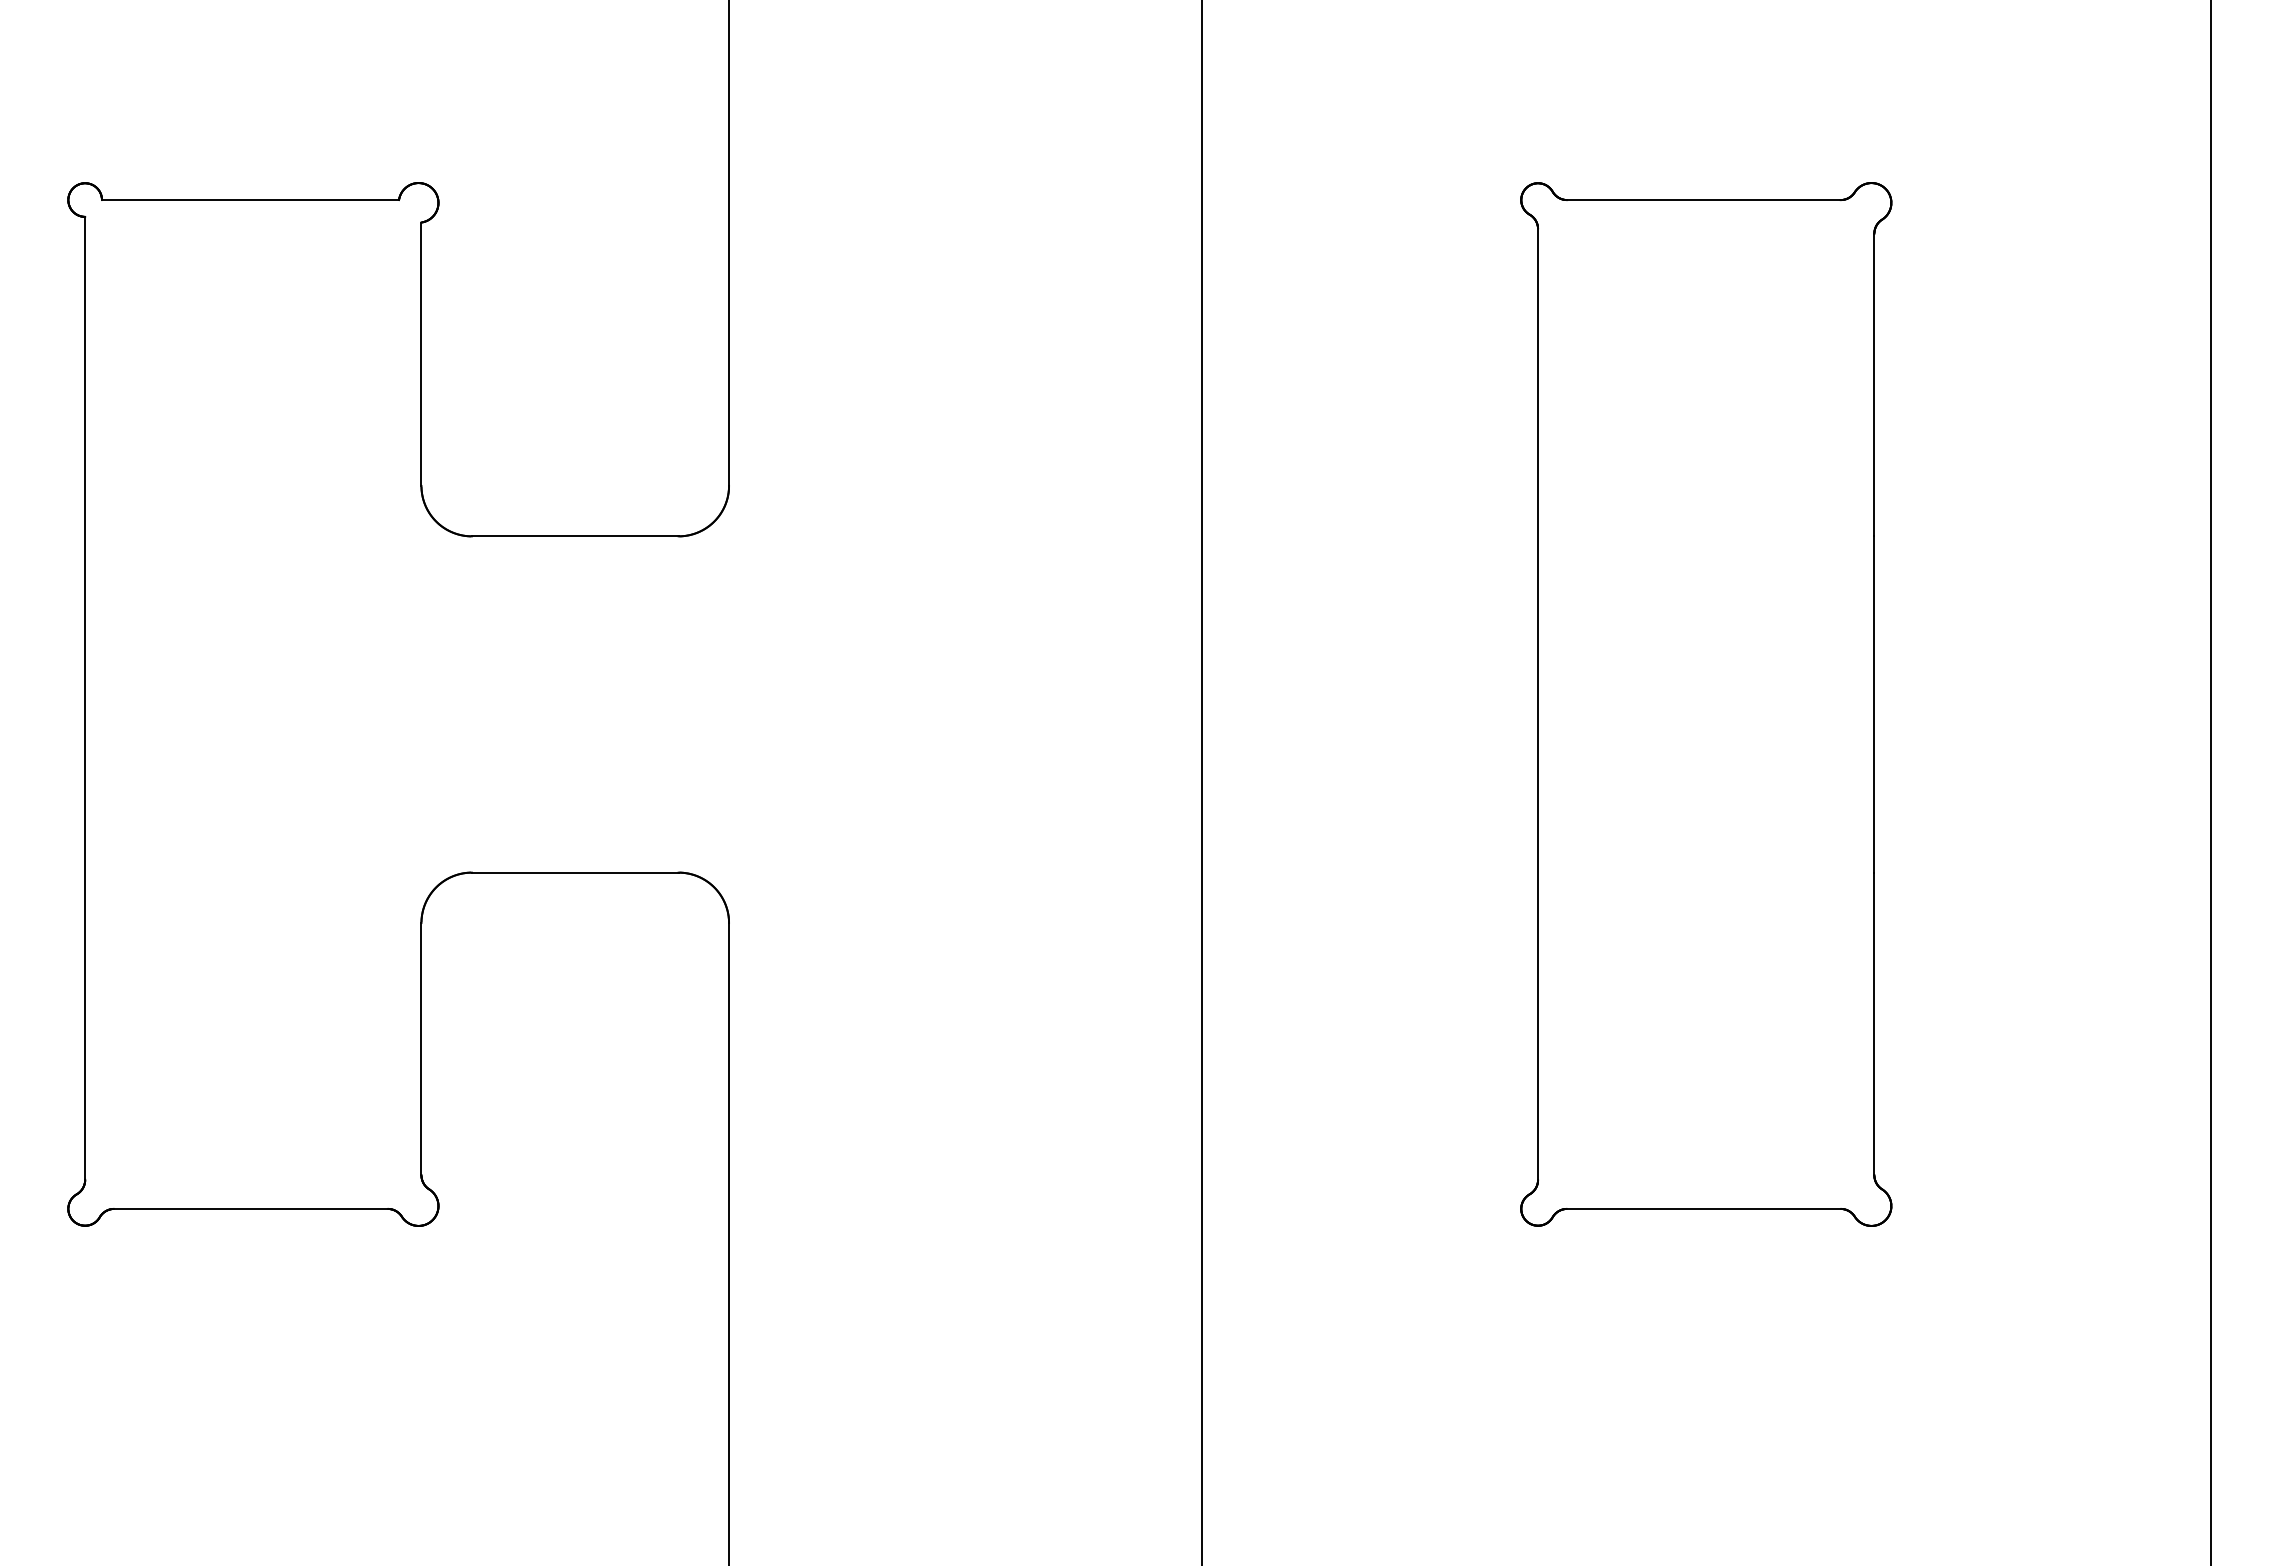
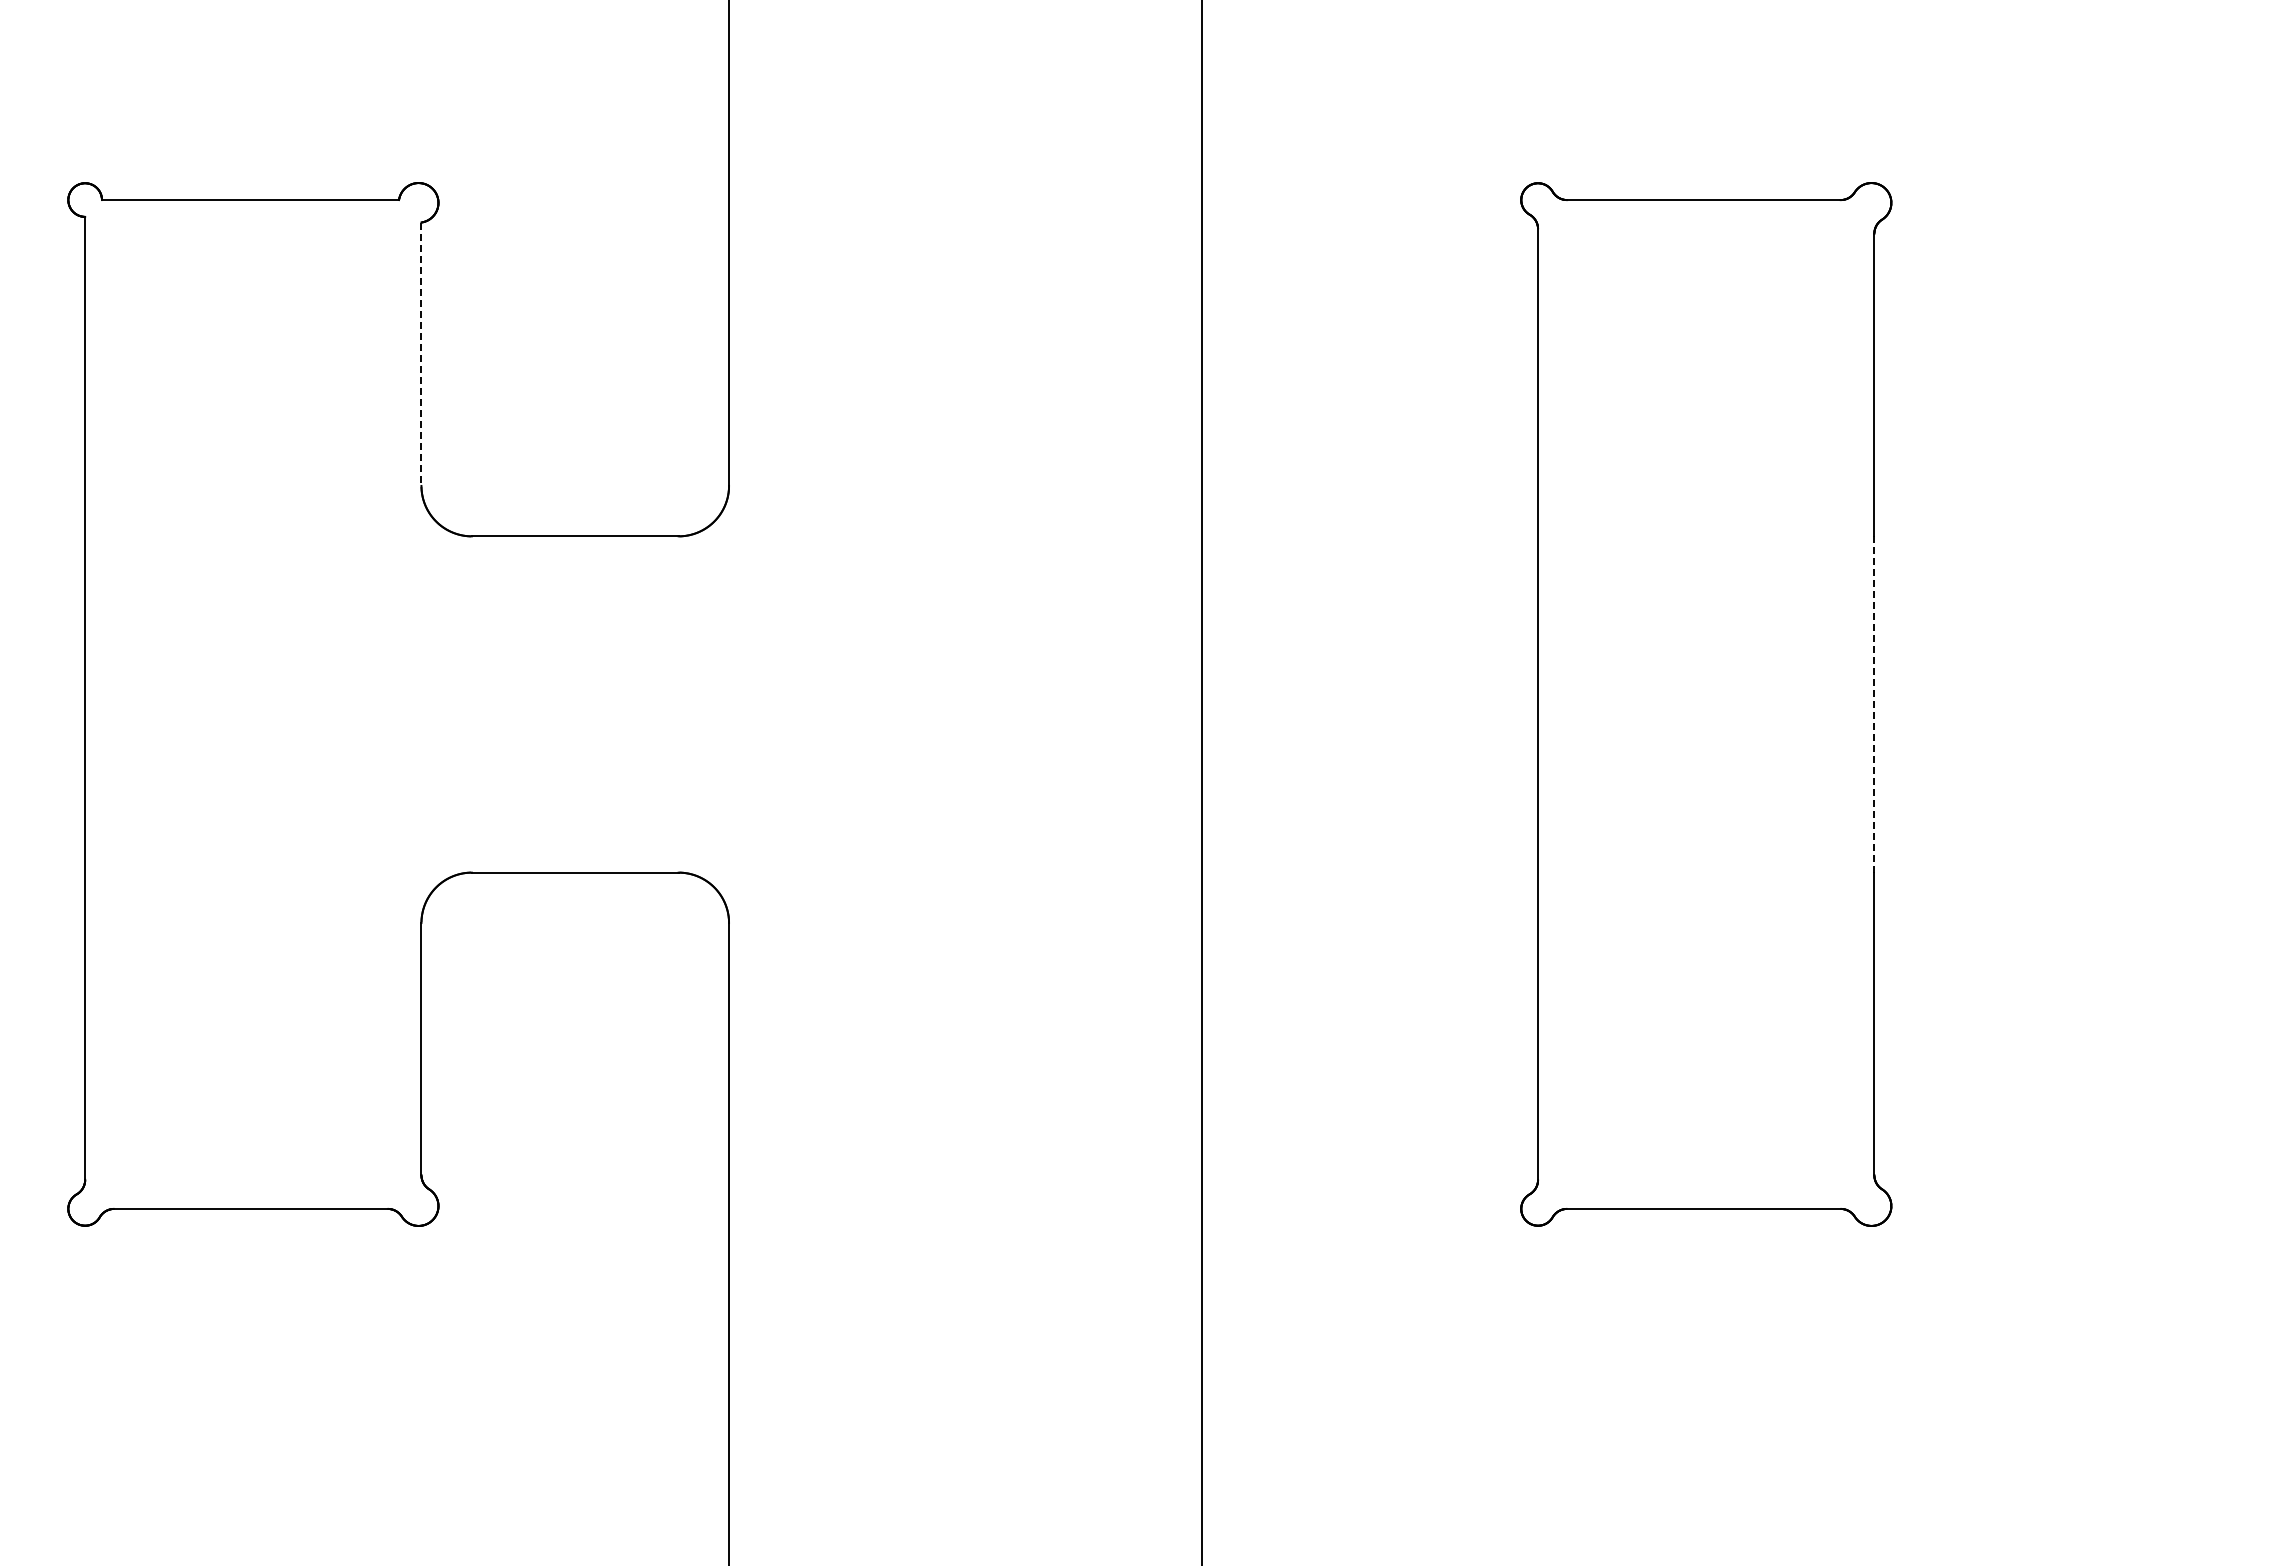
line at (421, 354): solid -> dashed
line at (1874, 705): solid -> dashed
line at (2210, 782): present -> none
